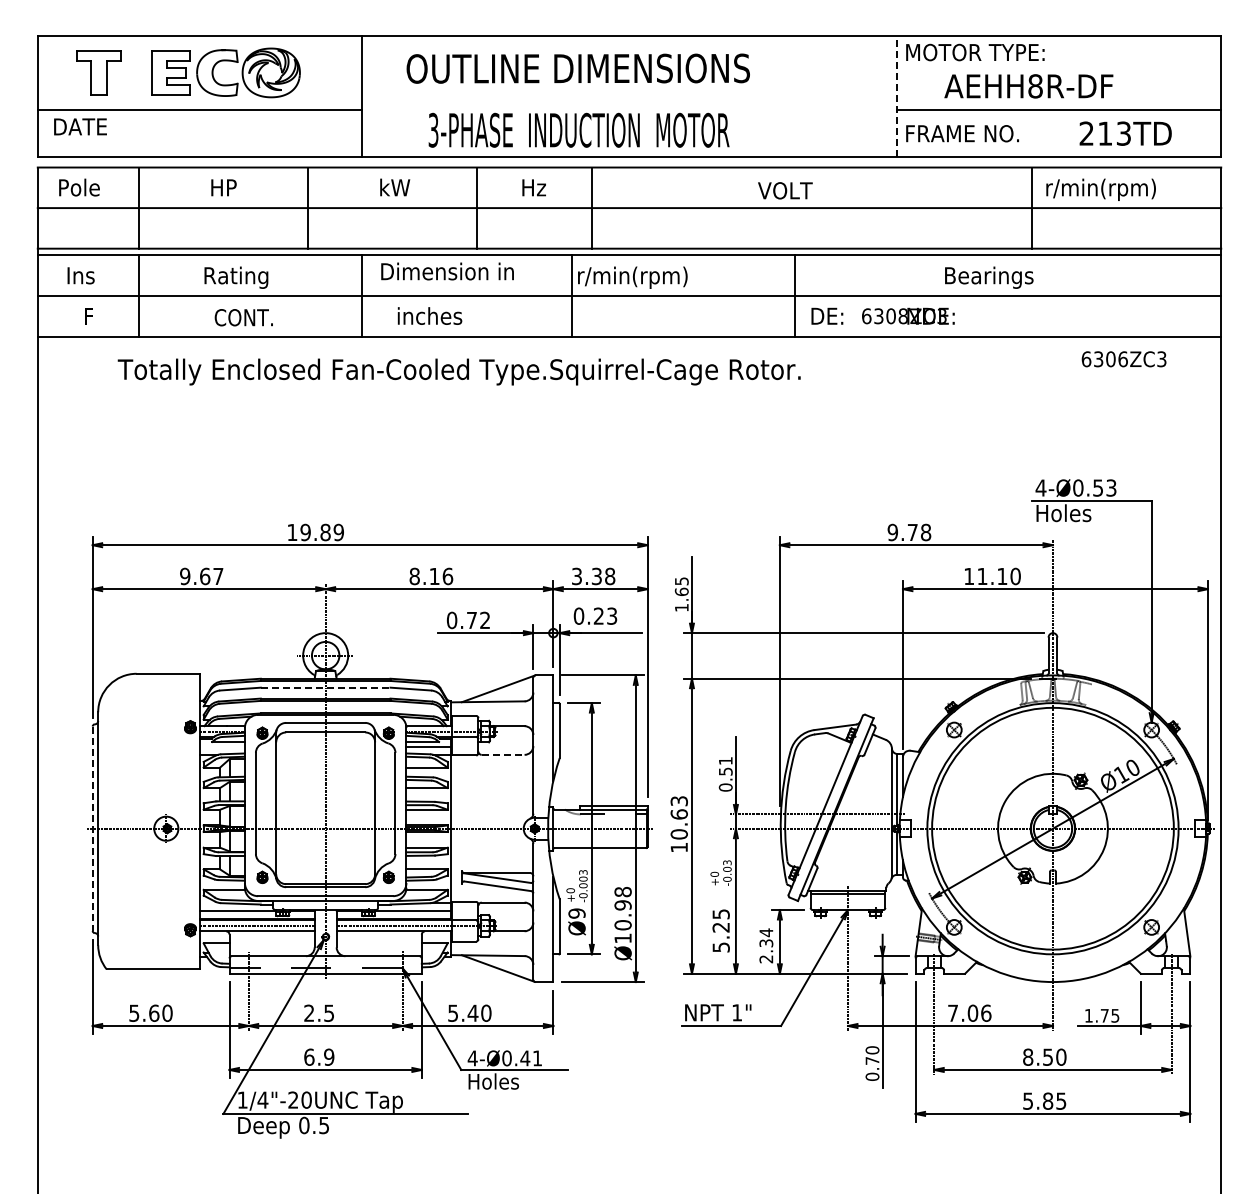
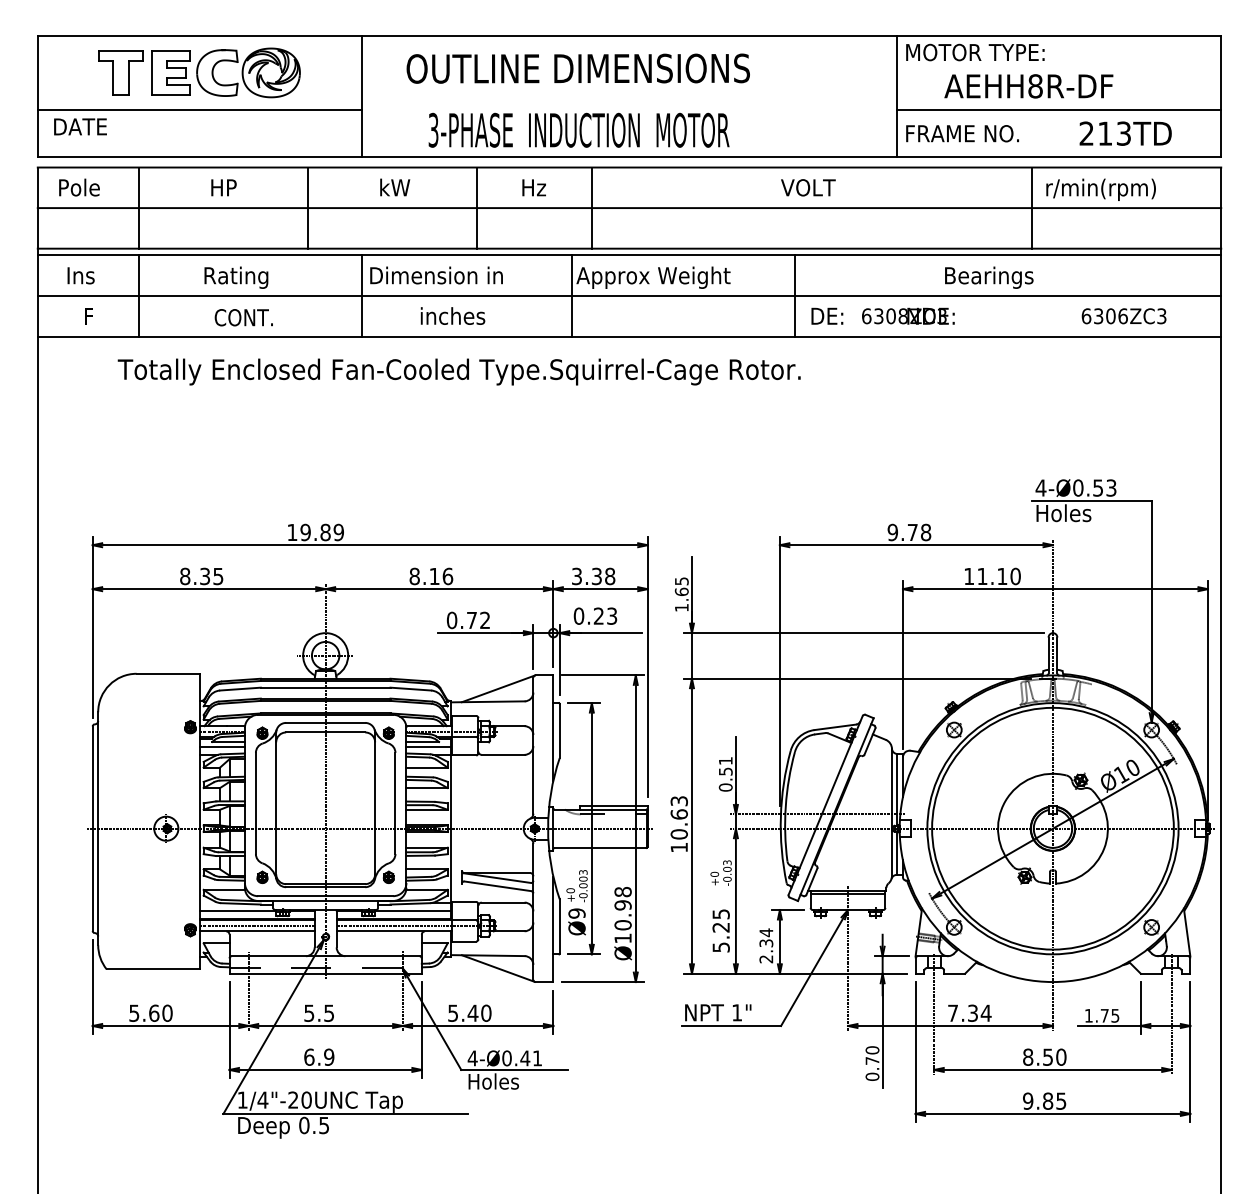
part at (98, 72) position: (98, 72) -> (120, 72)
line at (896, 96): dashed -> solid
text at (785, 190) position: (785, 190) -> (808, 187)
text at (447, 271) position: (447, 271) -> (436, 275)
text at (653, 277): r/min(rpm) -> Approx Weight
text at (429, 315) position: (429, 315) -> (452, 315)
text at (1123, 359) position: (1123, 359) -> (1123, 316)
text at (201, 576): 9.67 -> 8.35
line at (325, 687): dashed -> solid
line at (222, 746): none -> present
line at (503, 754): dashed -> solid
line at (92, 829): dashed -> solid
text at (309, 1012): 2.5 -> 5.5
text at (979, 1012): 7.06 -> 7.34
text at (1028, 1100): 5.85 -> 9.85
